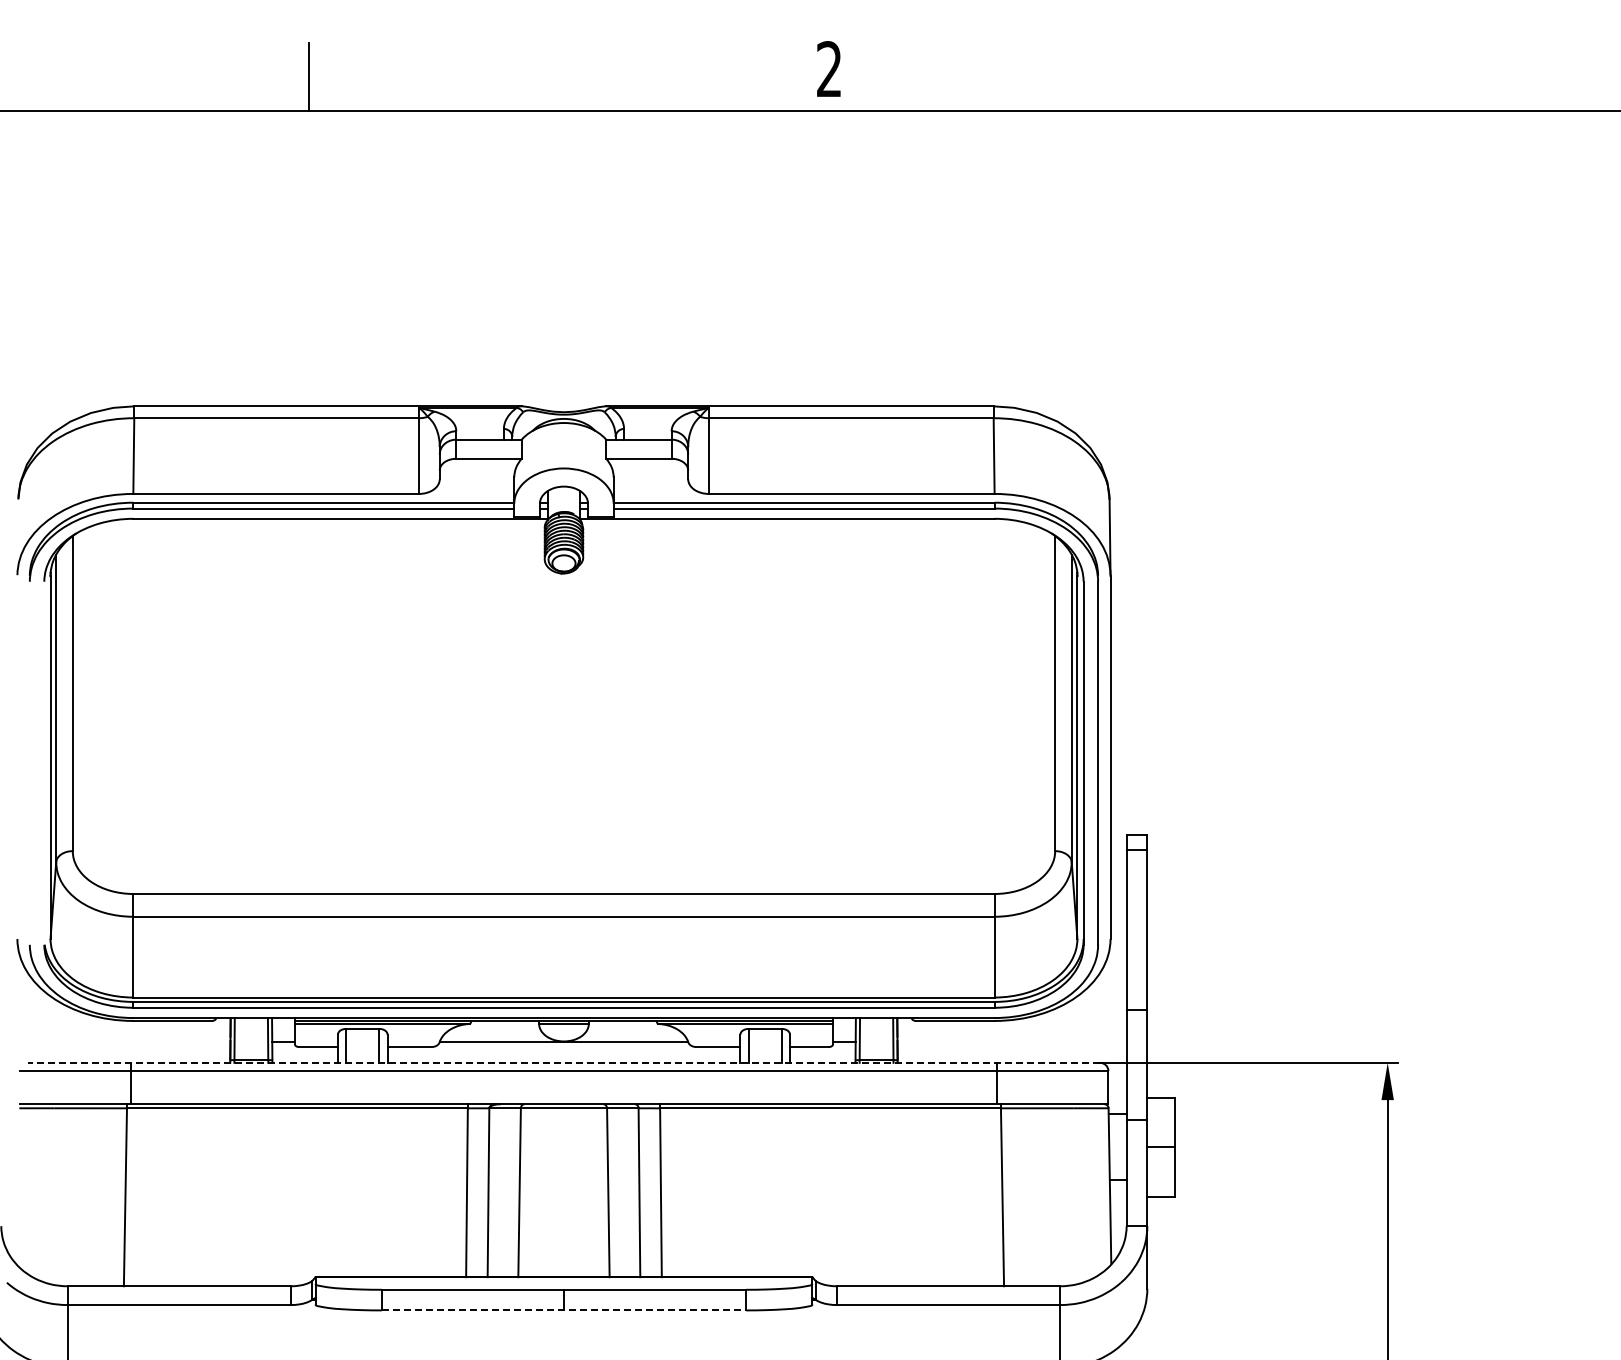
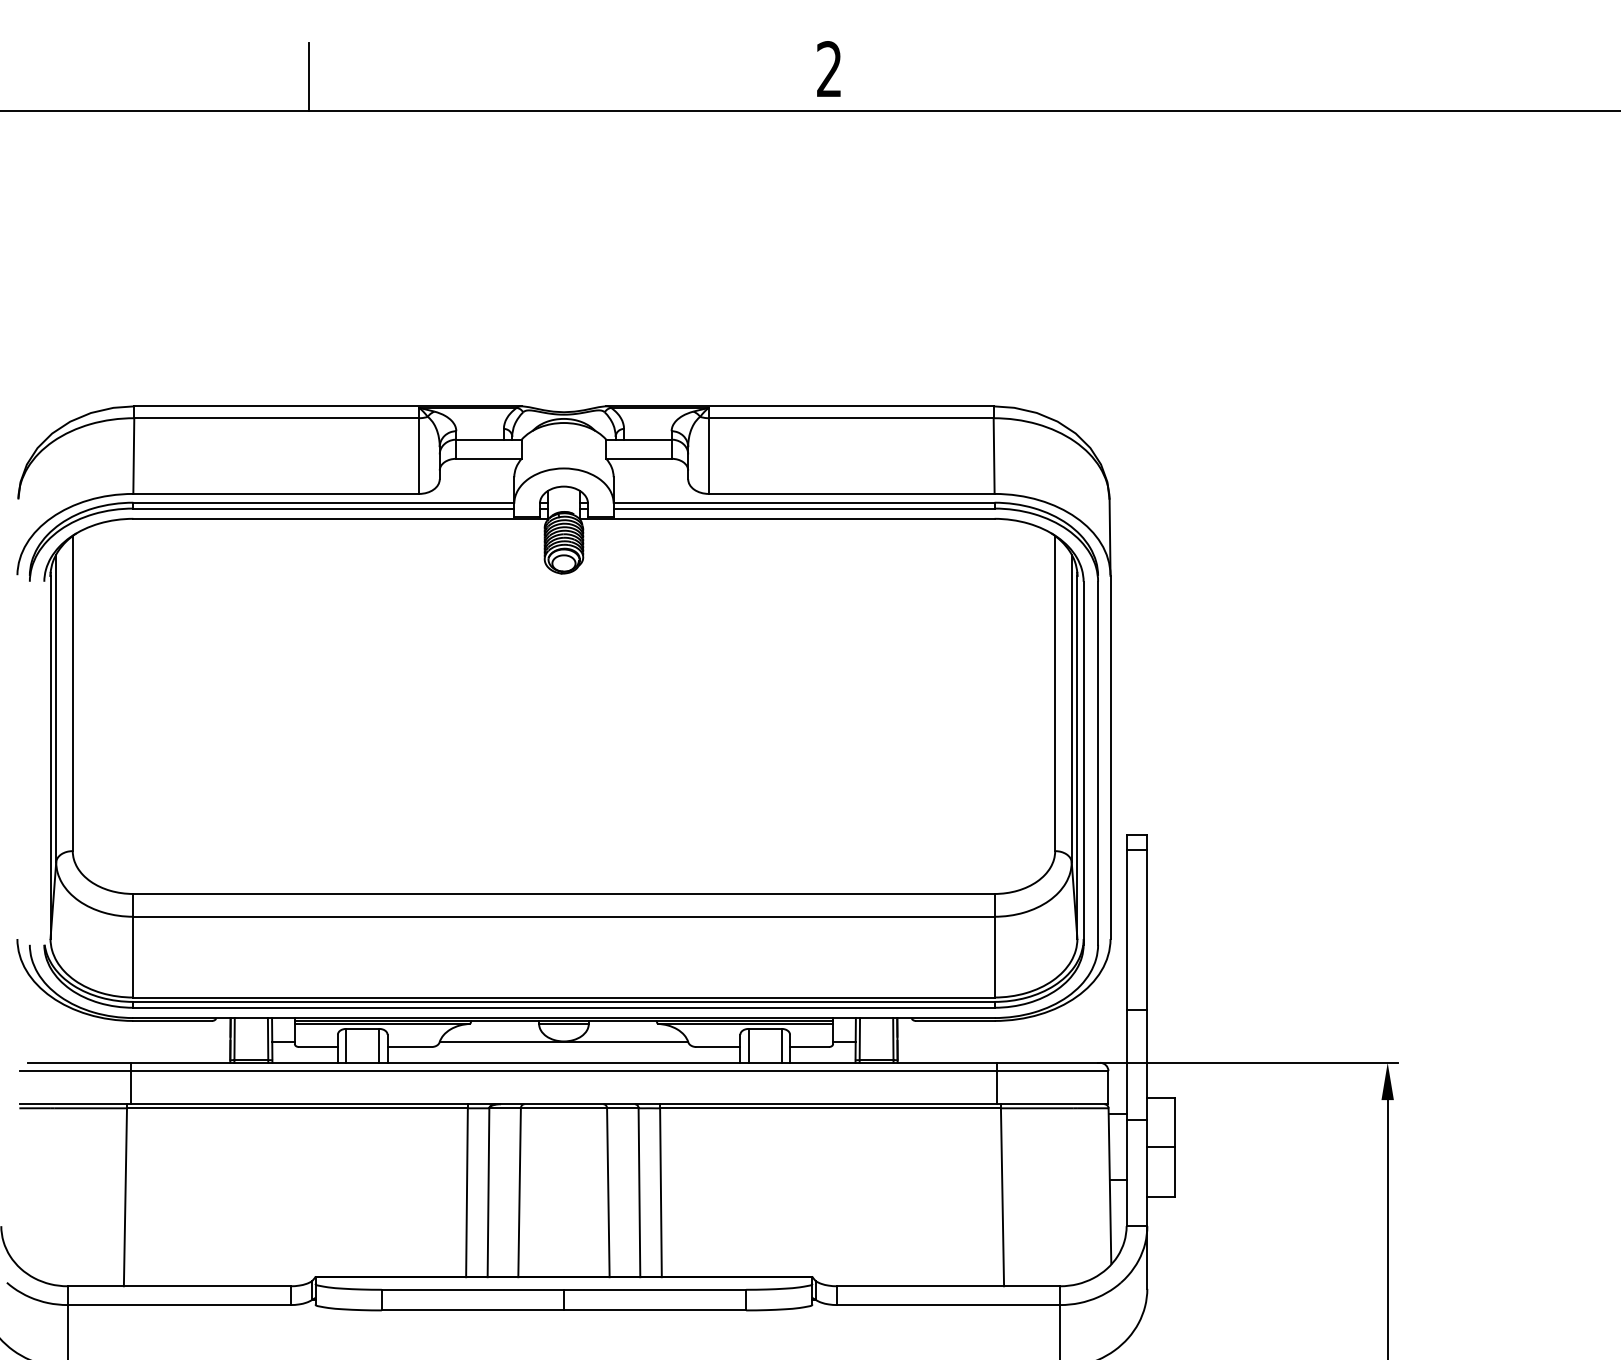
line at (563, 1062): dashed -> solid
line at (564, 1310): dashed -> solid
